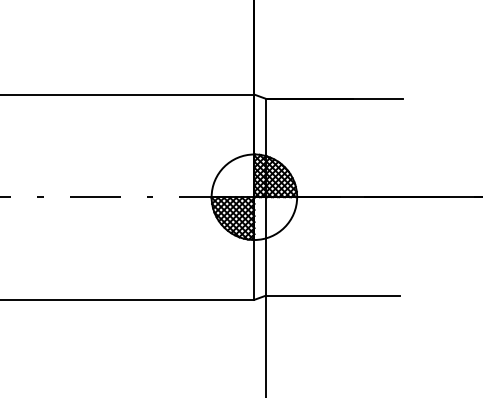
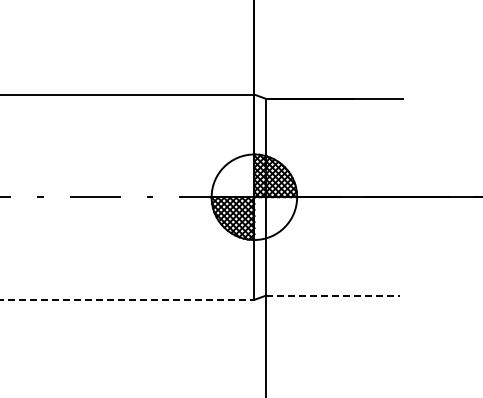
line at (332, 295): solid -> dashed
line at (127, 299): solid -> dashed
